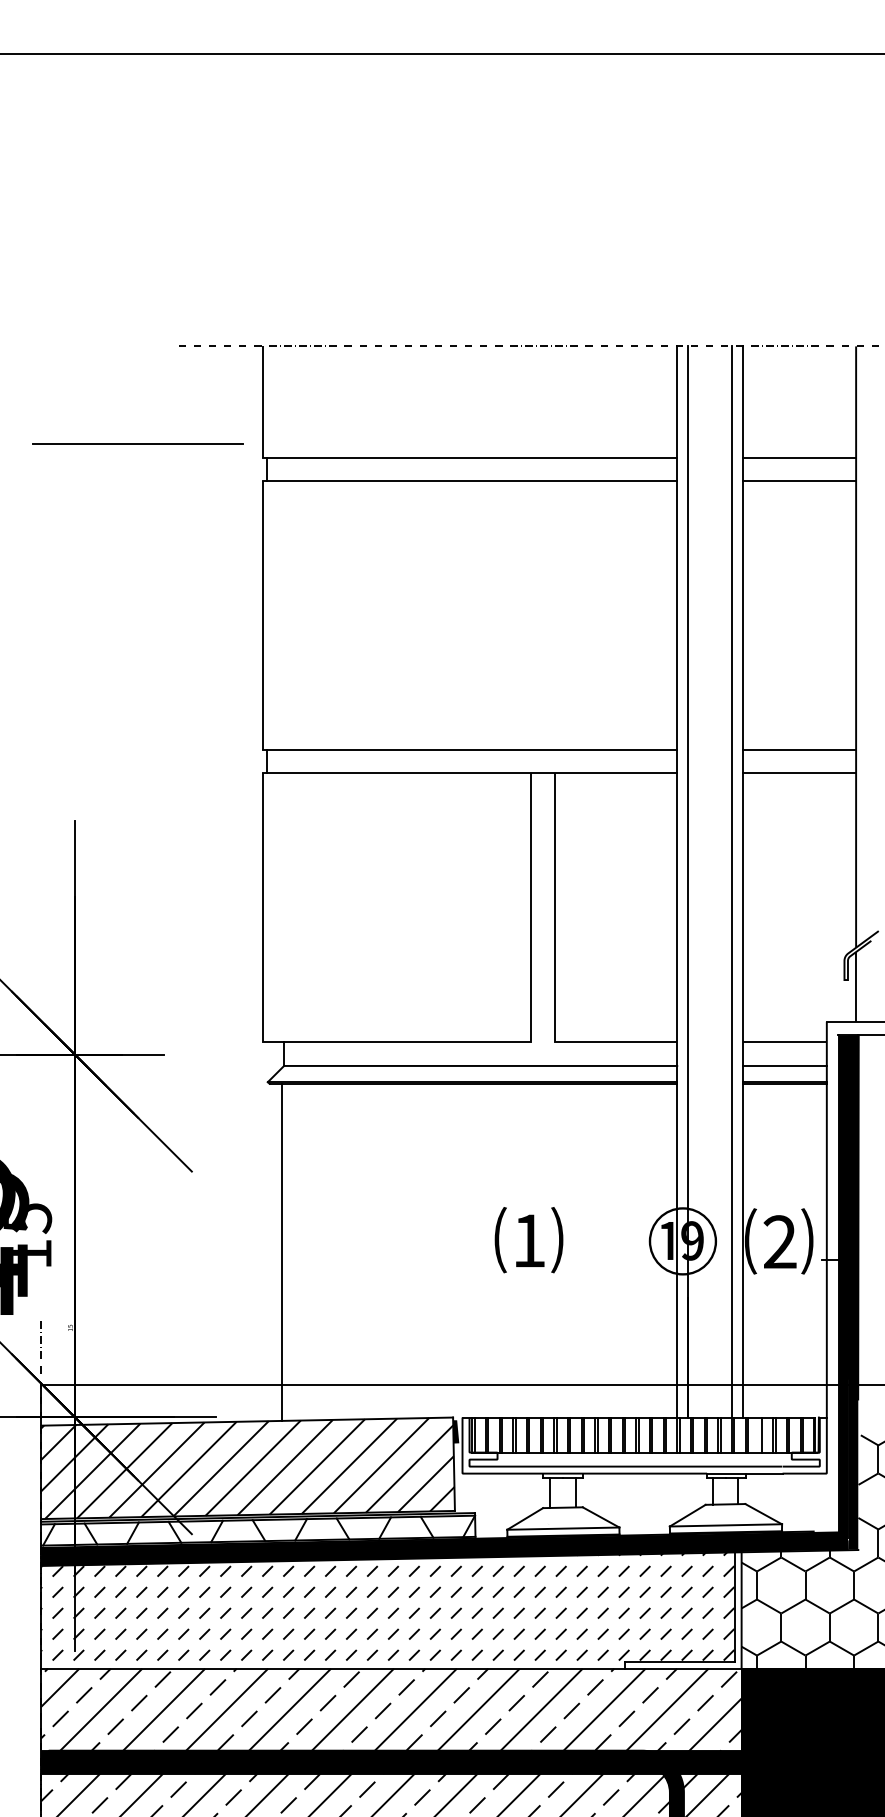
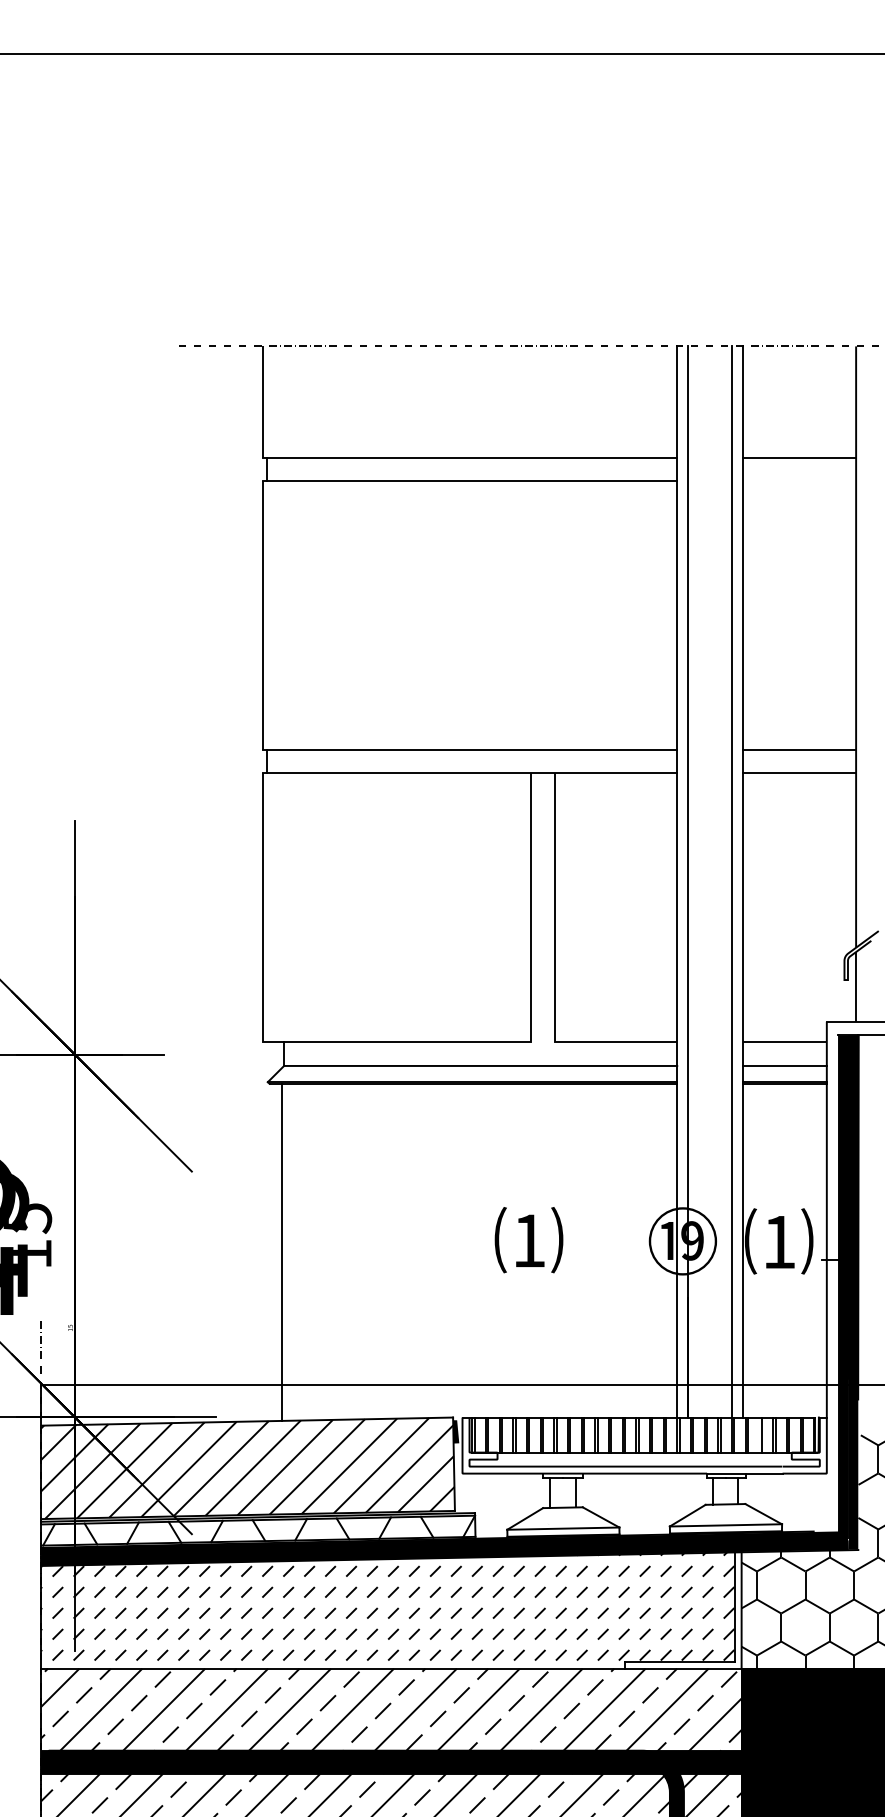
line at (137, 443): present -> none
line at (799, 481): present -> none
text at (779, 1241): ⑵ -> ⑴
